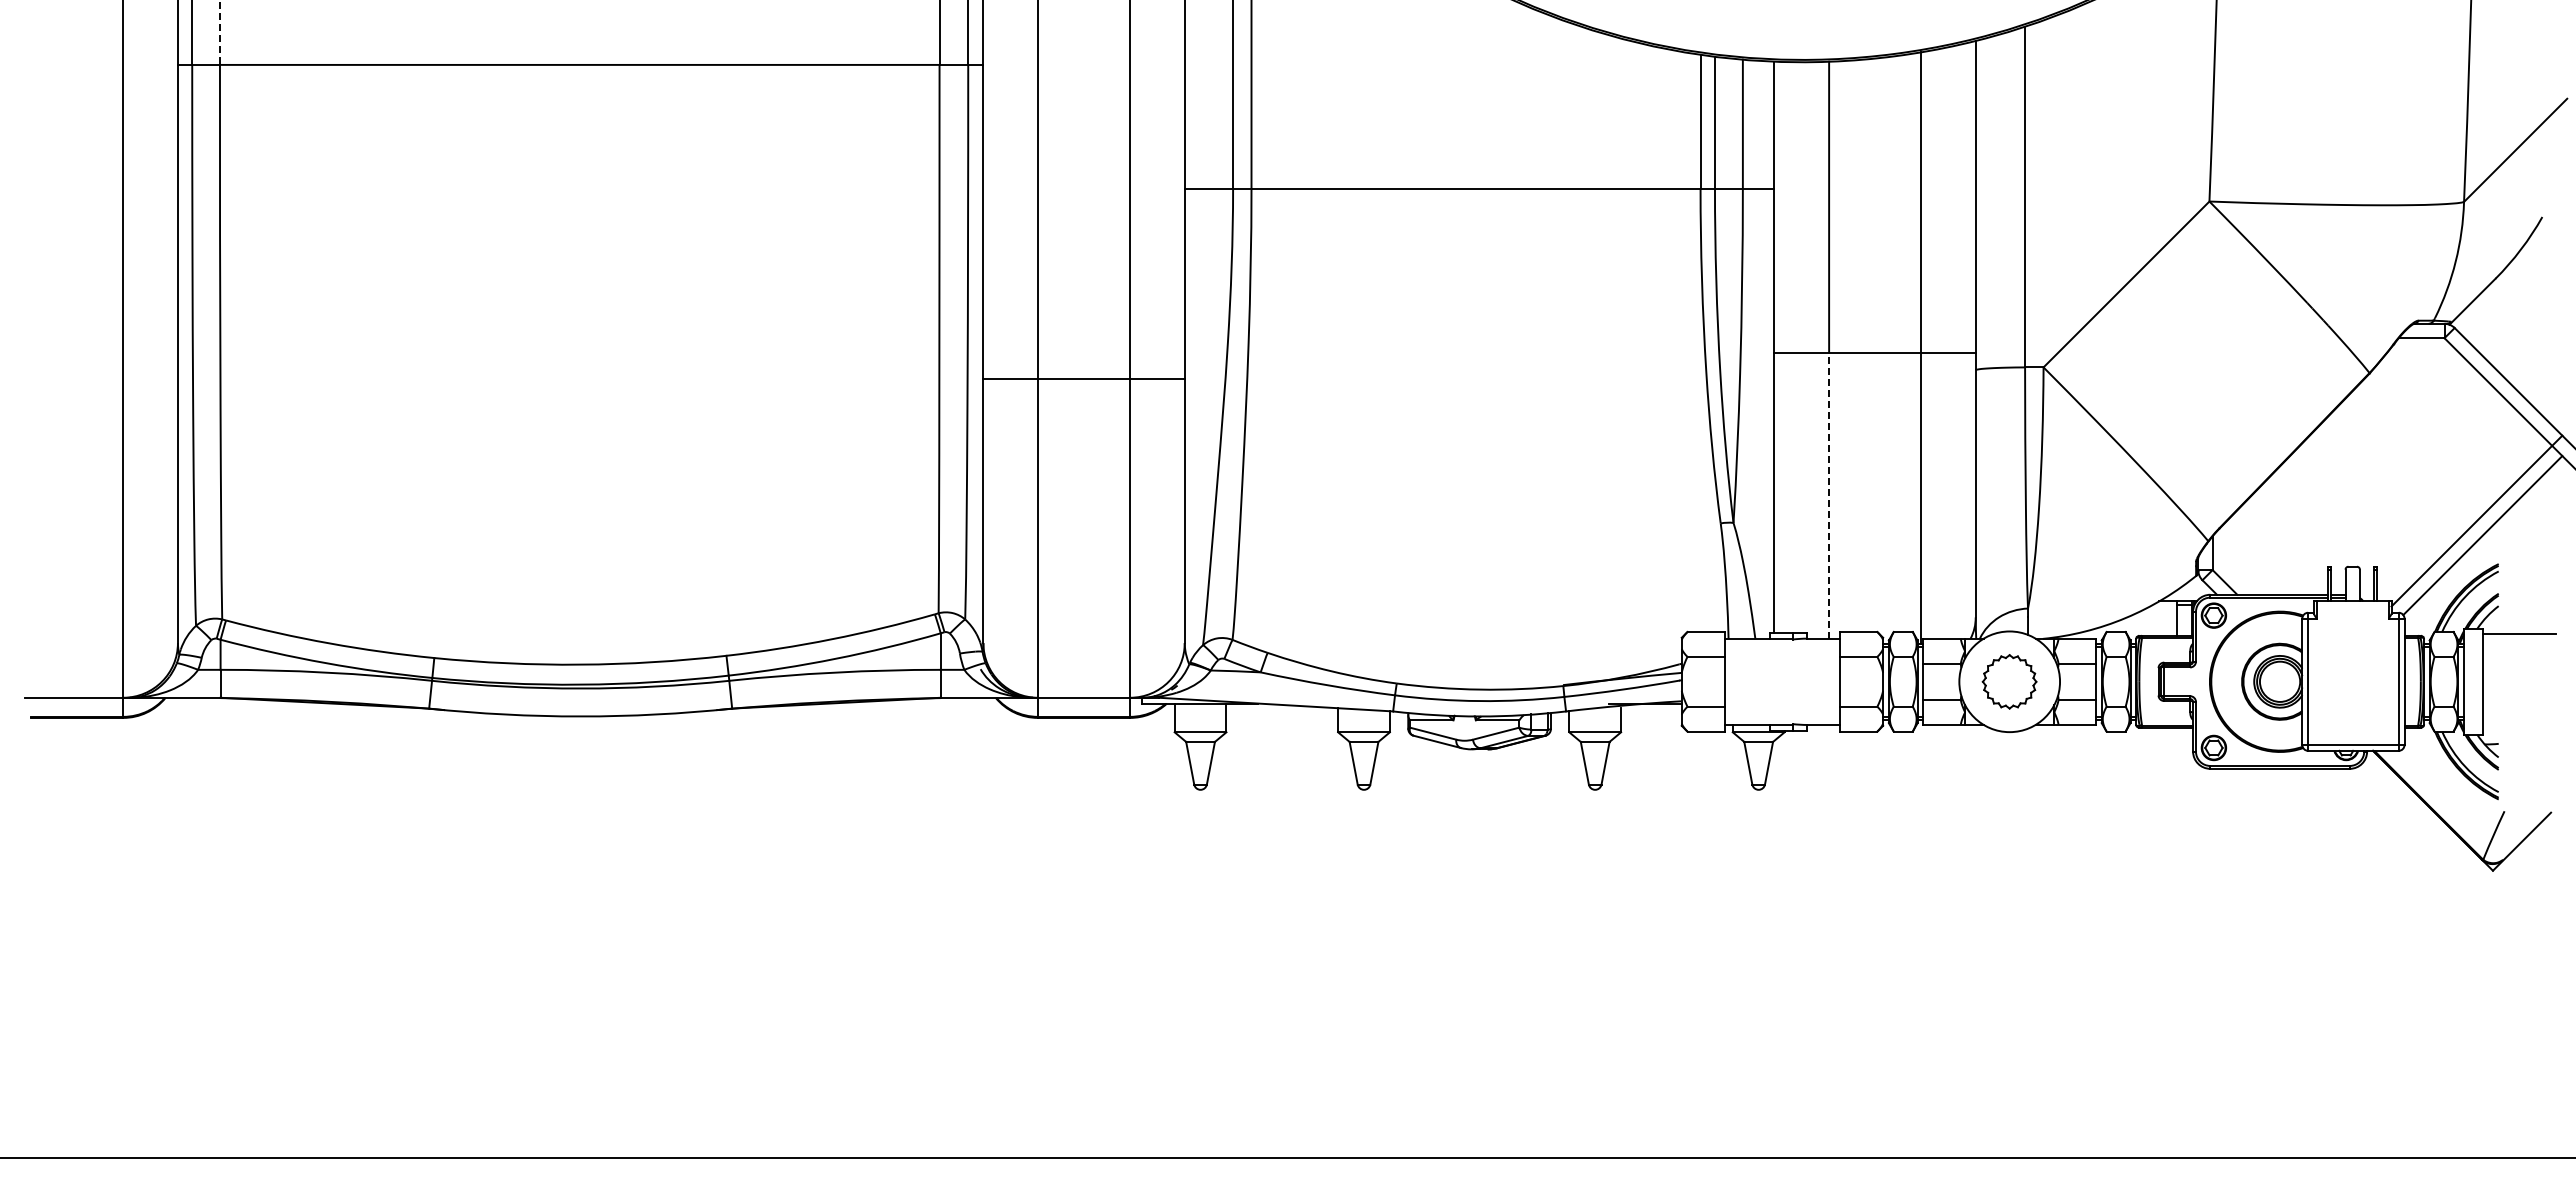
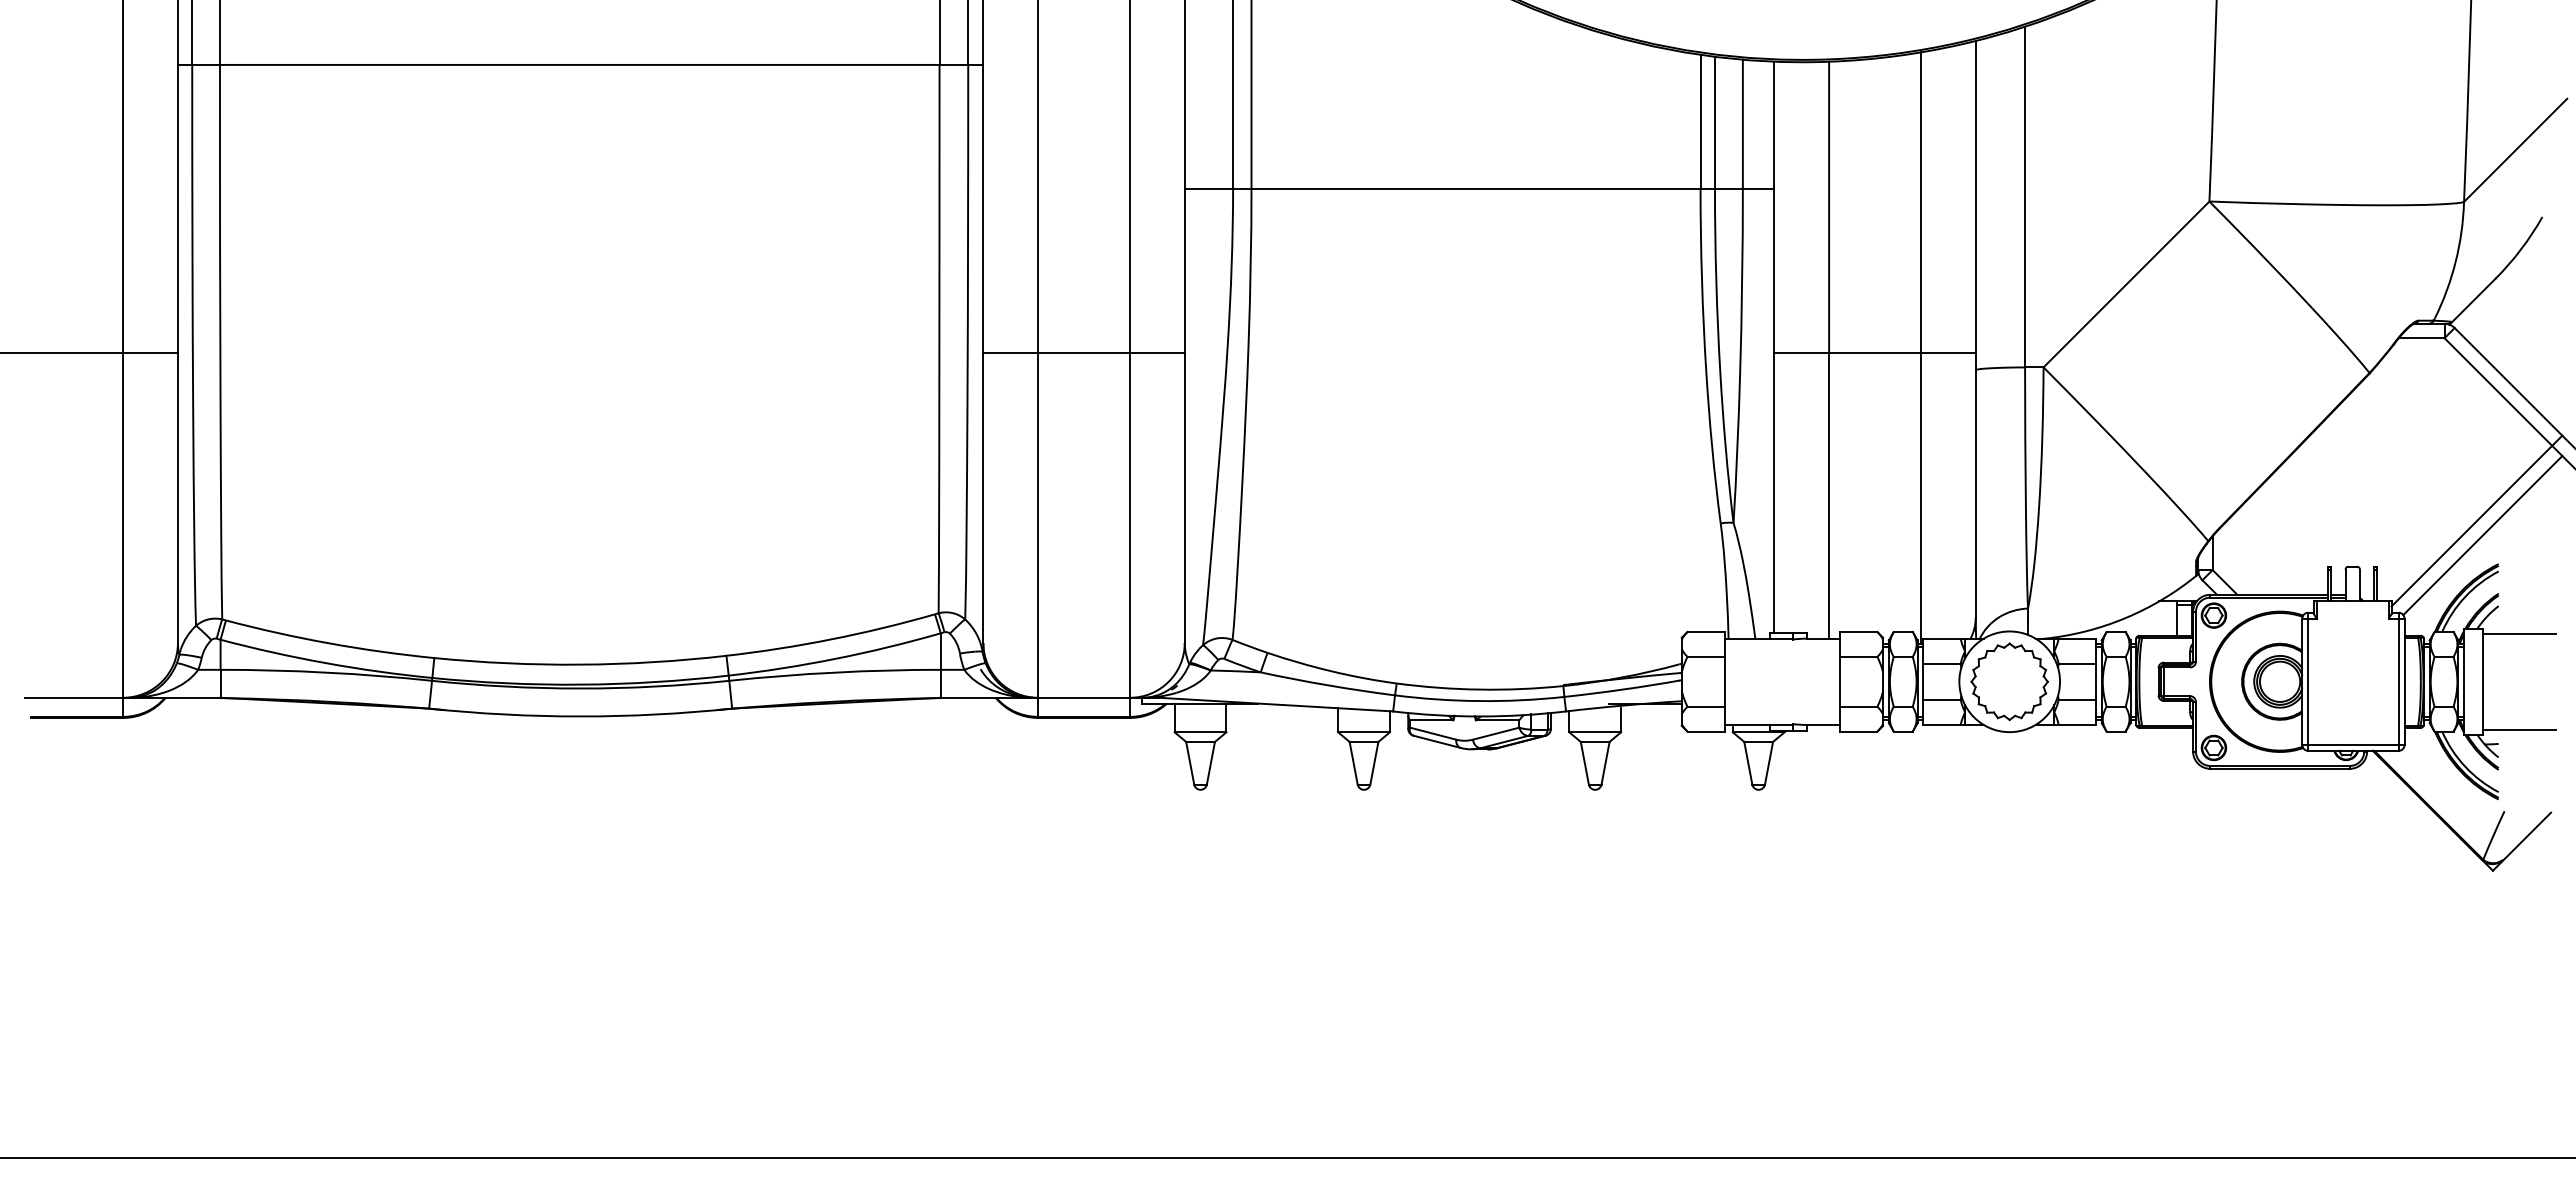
line at (219, 32): dashed -> solid
line at (89, 352): none -> present
line at (1083, 378) position: (1083, 378) -> (1083, 352)
line at (1829, 495): dashed -> solid
part at (2009, 681) size: 57x56 px -> 79x80 px
line at (2519, 730): none -> present
